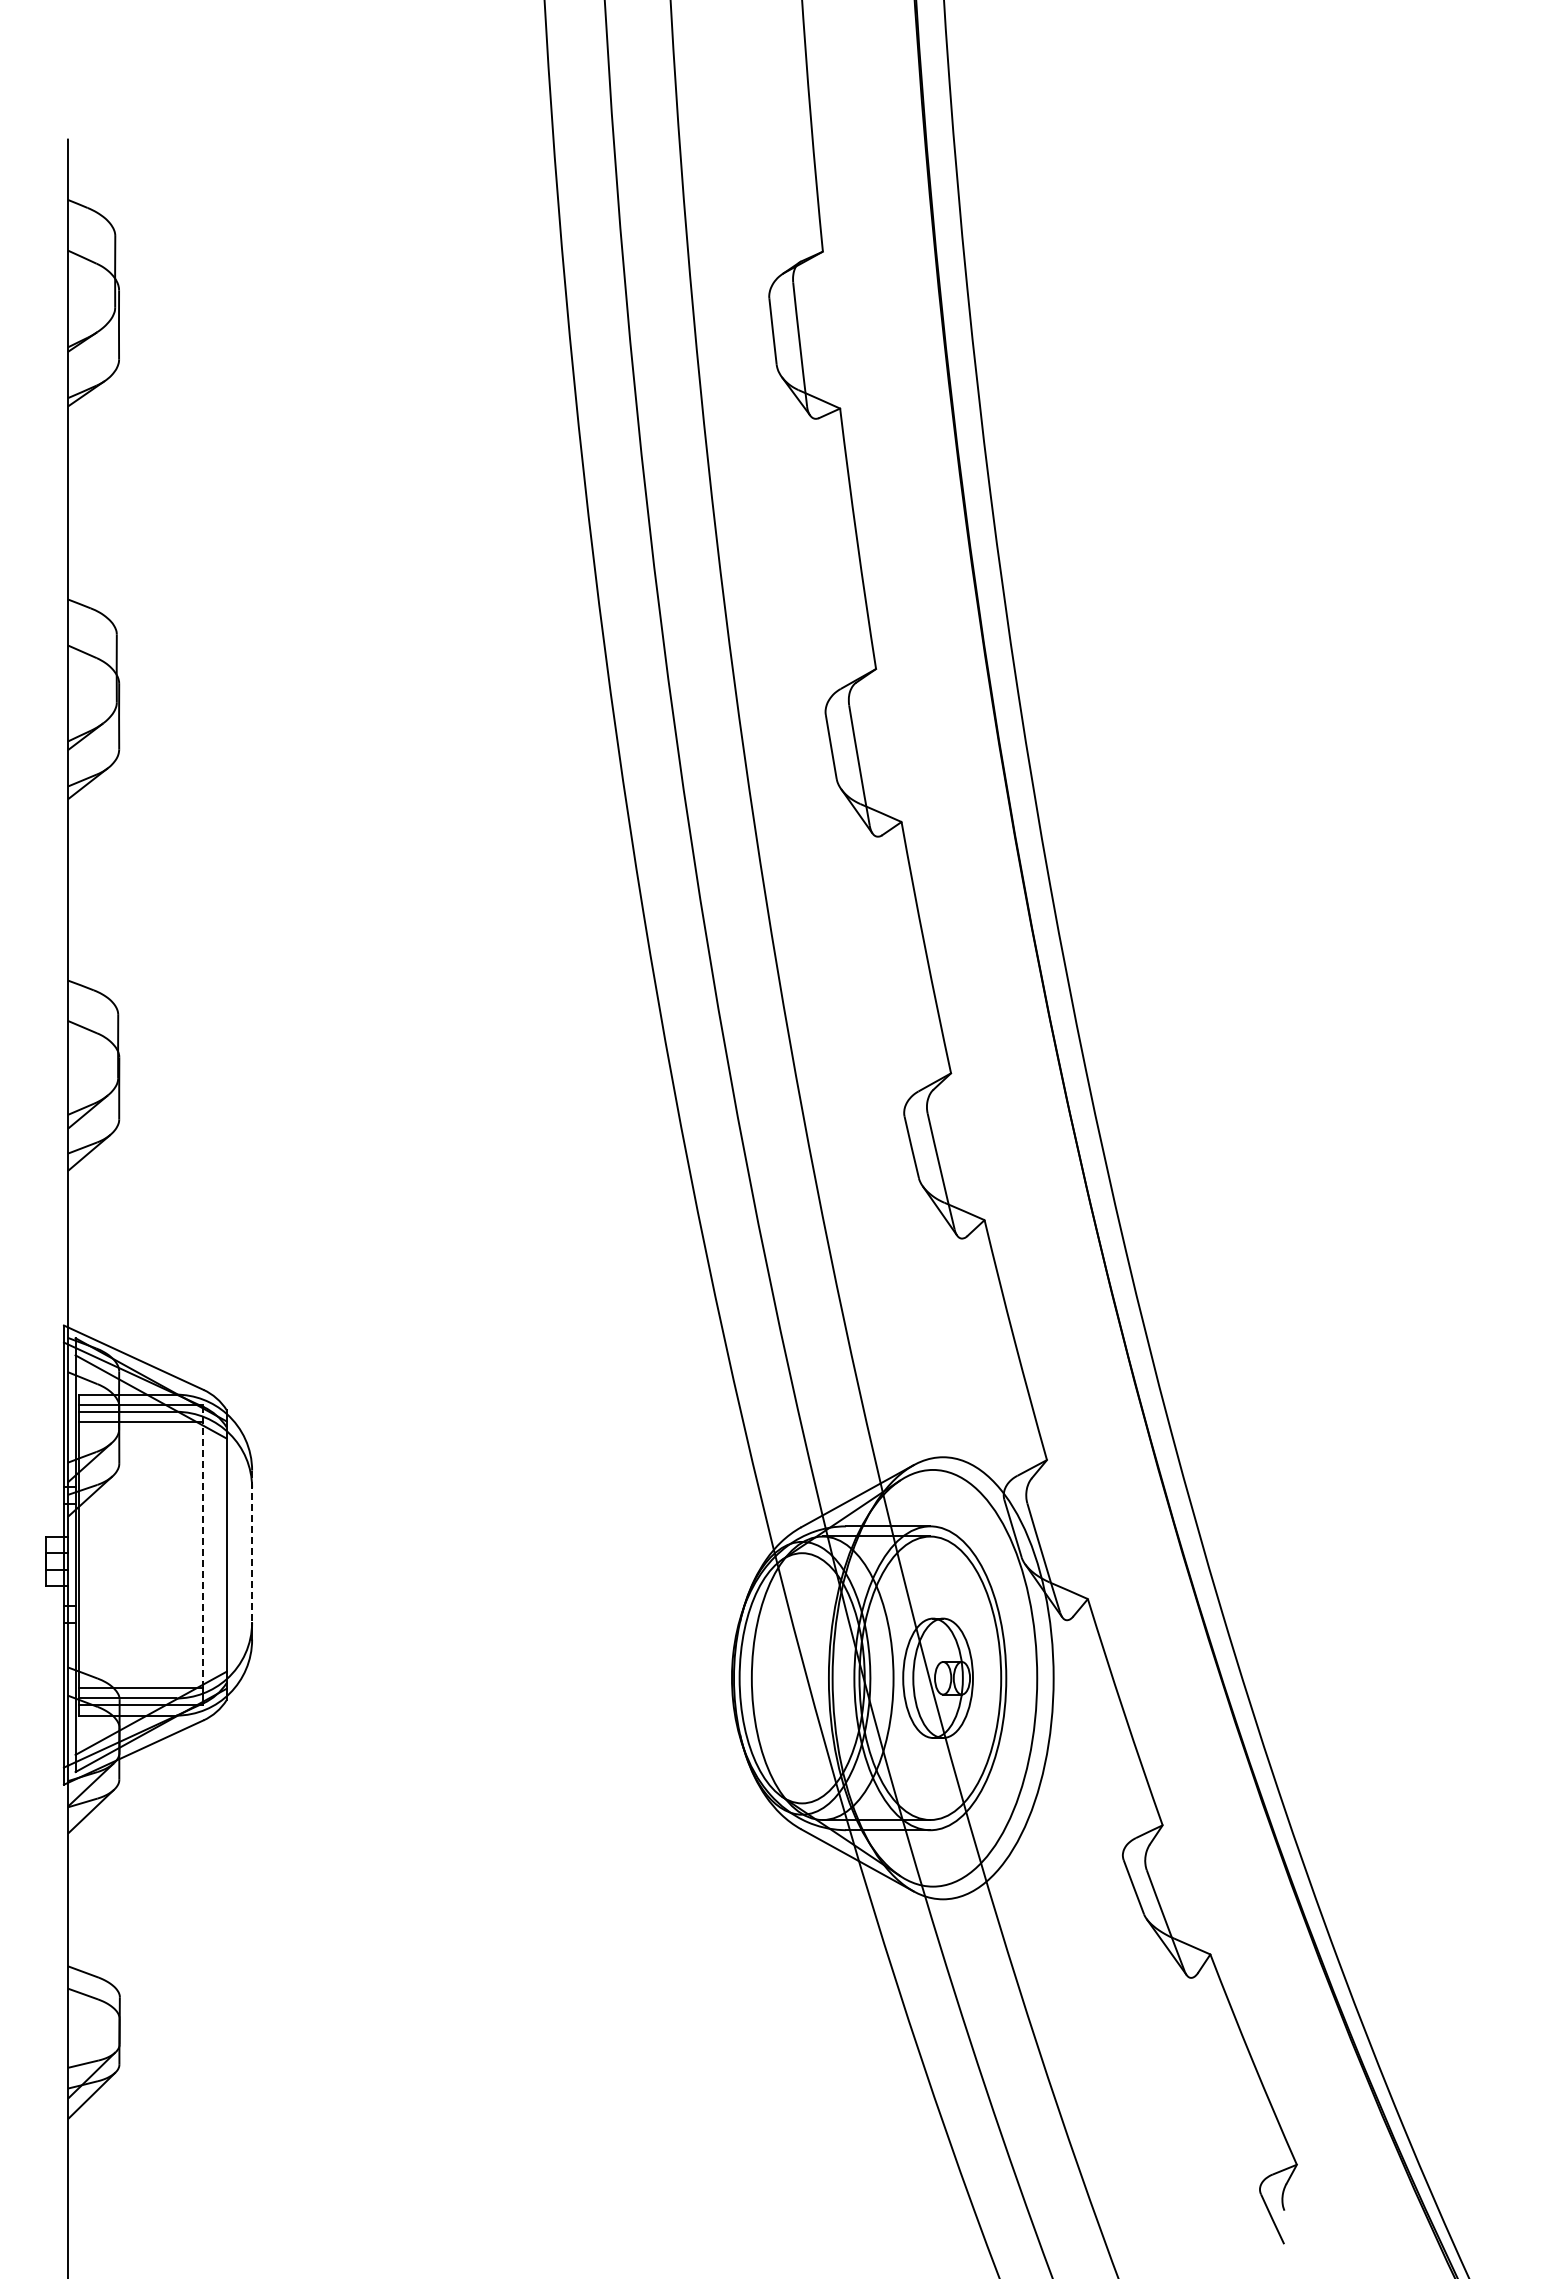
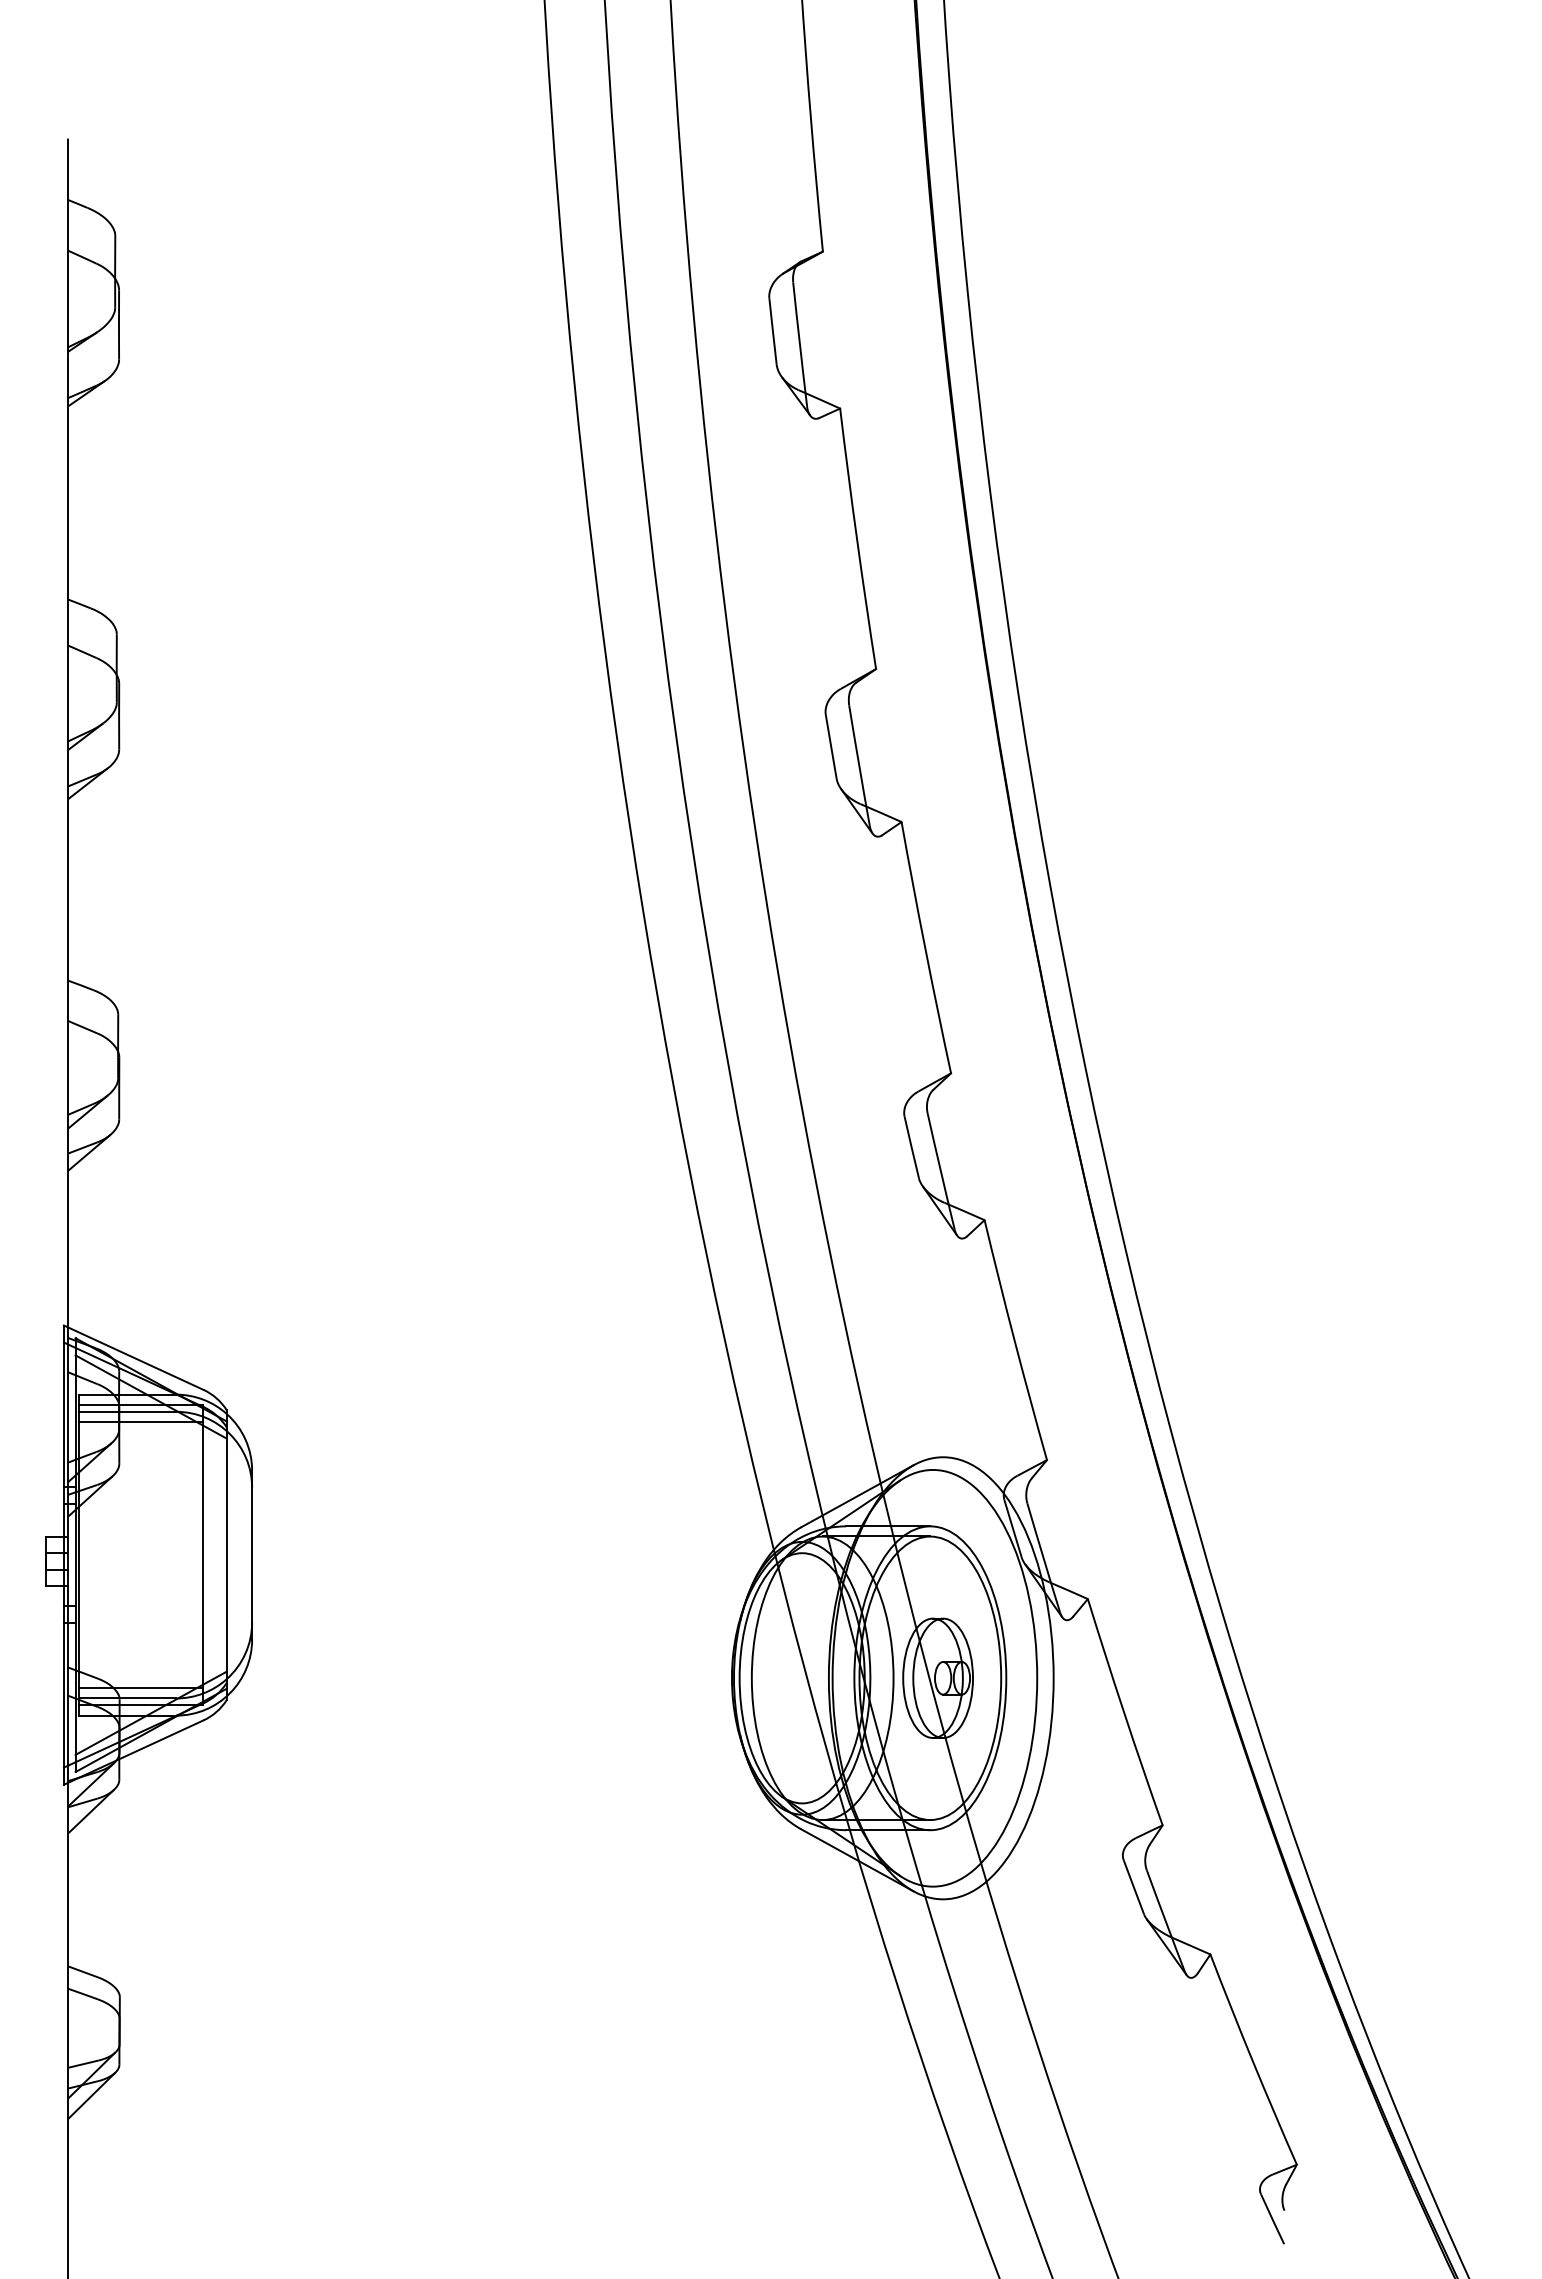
line at (202, 1546): dashed -> solid
line at (252, 1546): dashed -> solid
